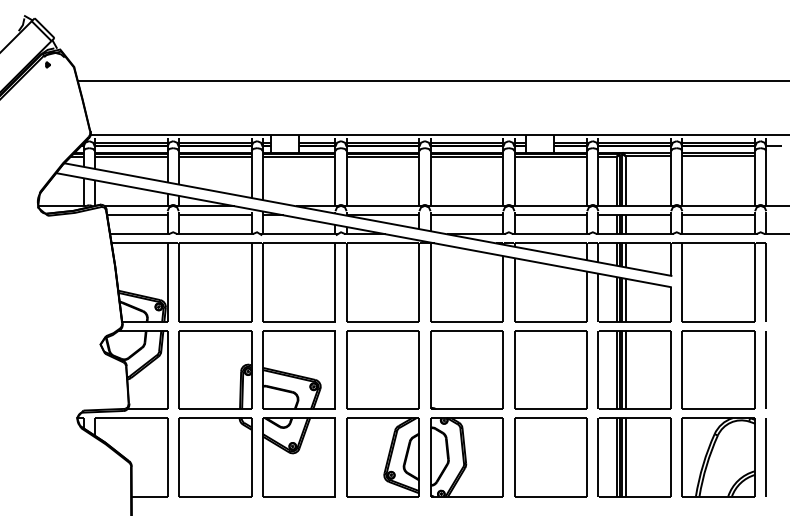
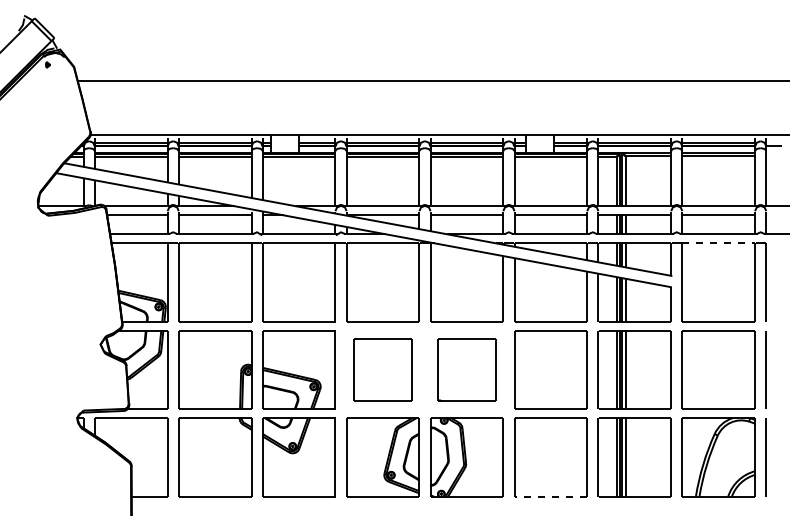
line at (719, 243): solid -> dashed
part at (382, 369) size: 74x80 px -> 60x64 px
part at (466, 369) size: 74x80 px -> 60x64 px
line at (550, 496): solid -> dashed
